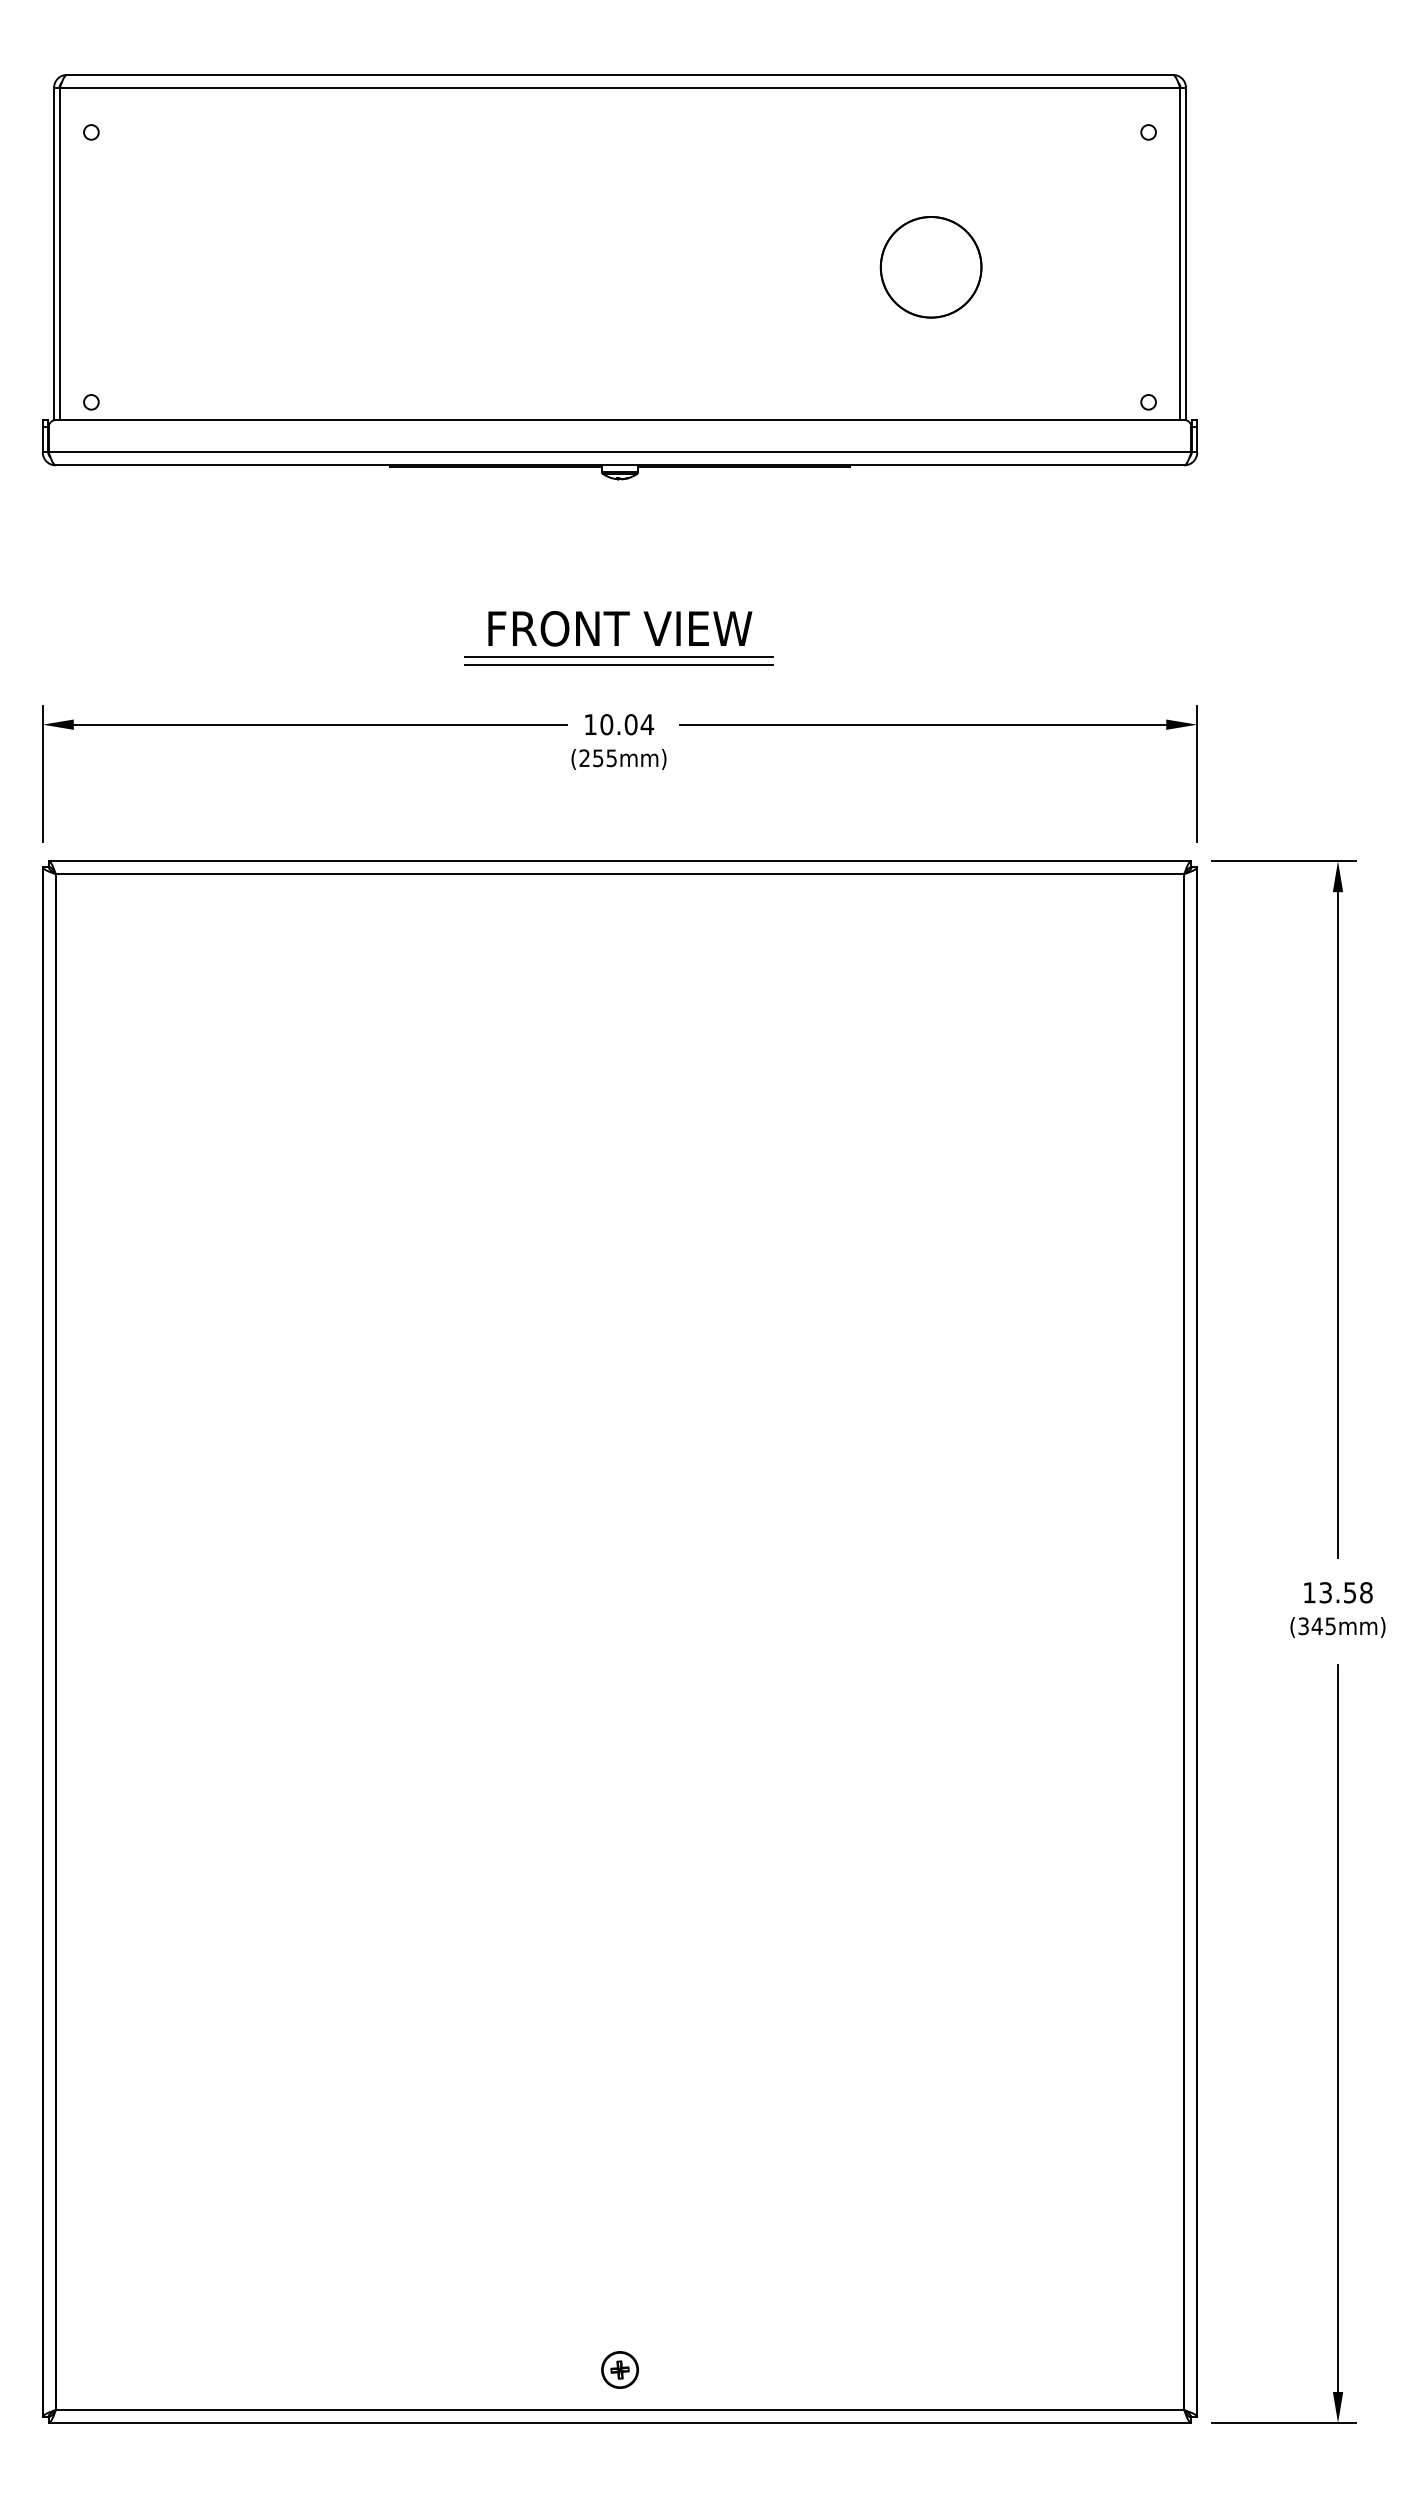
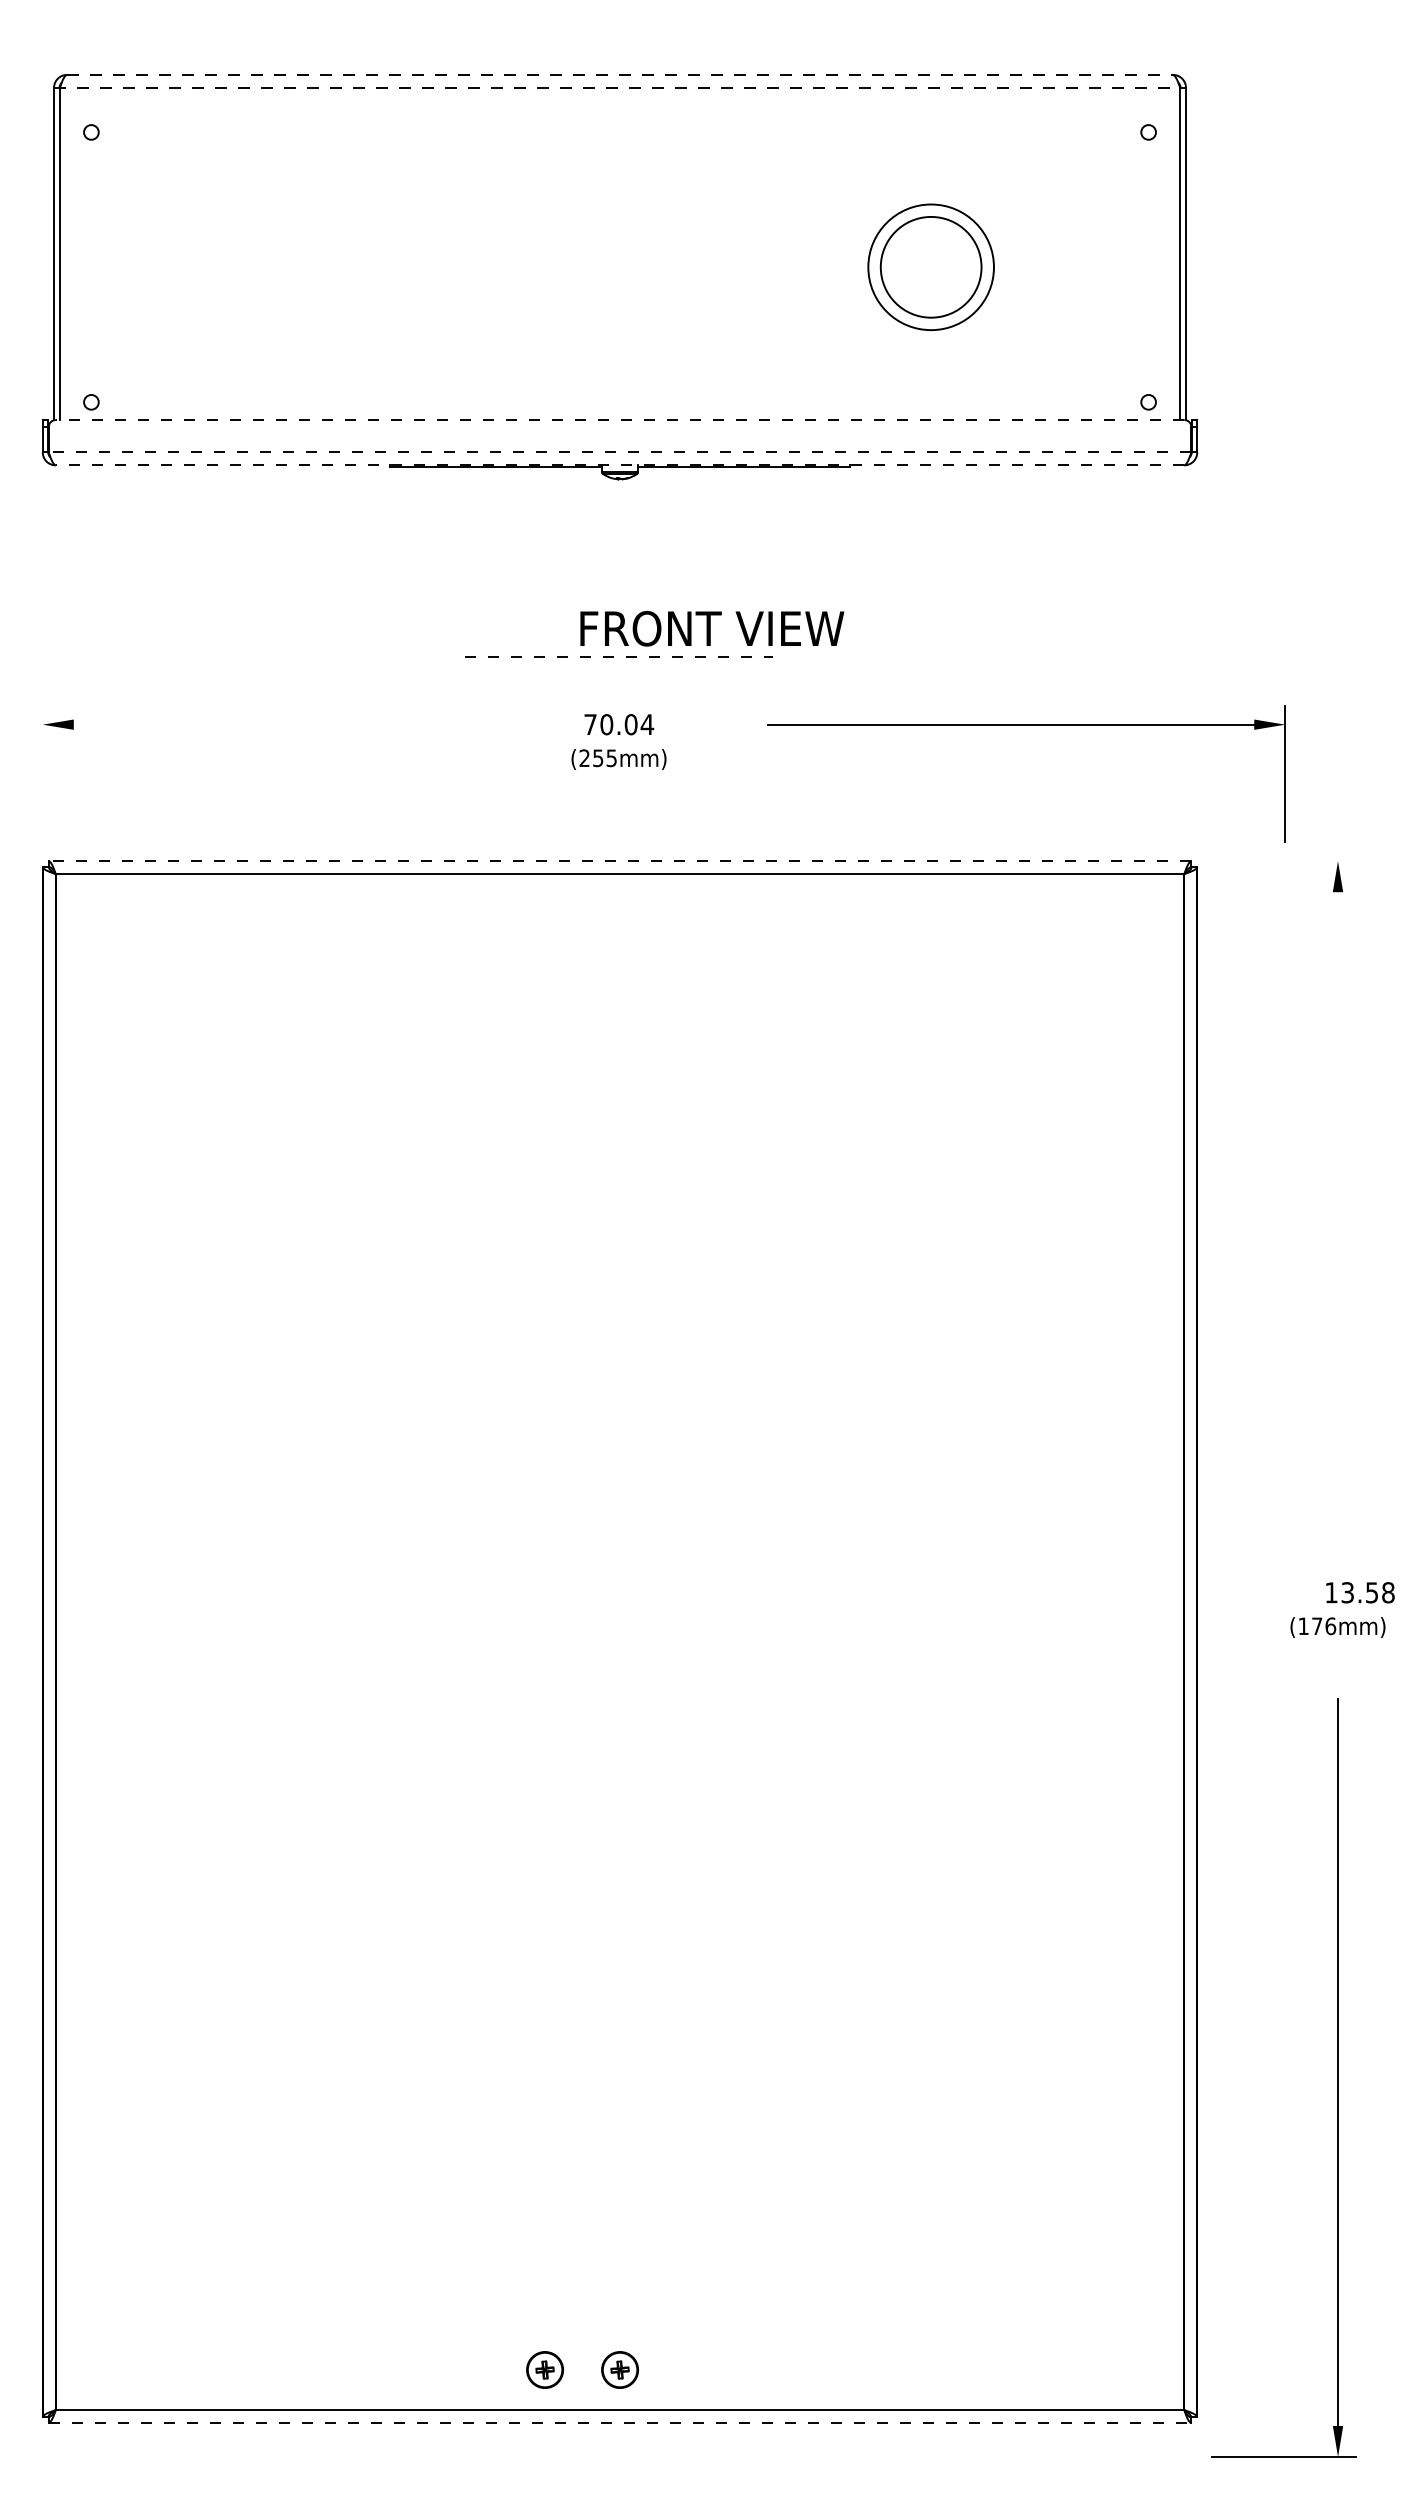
line at (620, 74): solid -> dashed
line at (620, 87): solid -> dashed
circle at (930, 267) diameter: 101 px -> 126 px
line at (619, 420): solid -> dashed
line at (619, 452): solid -> dashed
line at (619, 465): solid -> dashed
text at (620, 628) position: (620, 628) -> (712, 628)
line at (619, 657): solid -> dashed
line at (618, 665): present -> none
line at (315, 724): present -> none
text at (590, 724): 10.04 -> 70.04
part at (938, 725) position: (938, 725) -> (1026, 725)
line at (42, 773): present -> none
line at (619, 861): solid -> dashed
line at (1283, 861): present -> none
line at (1338, 1219): present -> none
text at (1338, 1592) position: (1338, 1592) -> (1360, 1592)
text at (1317, 1626): (345mm) -> (176mm)
part at (1337, 2043) position: (1337, 2043) -> (1337, 2077)
part at (544, 2369): none -> present
line at (620, 2423): solid -> dashed
